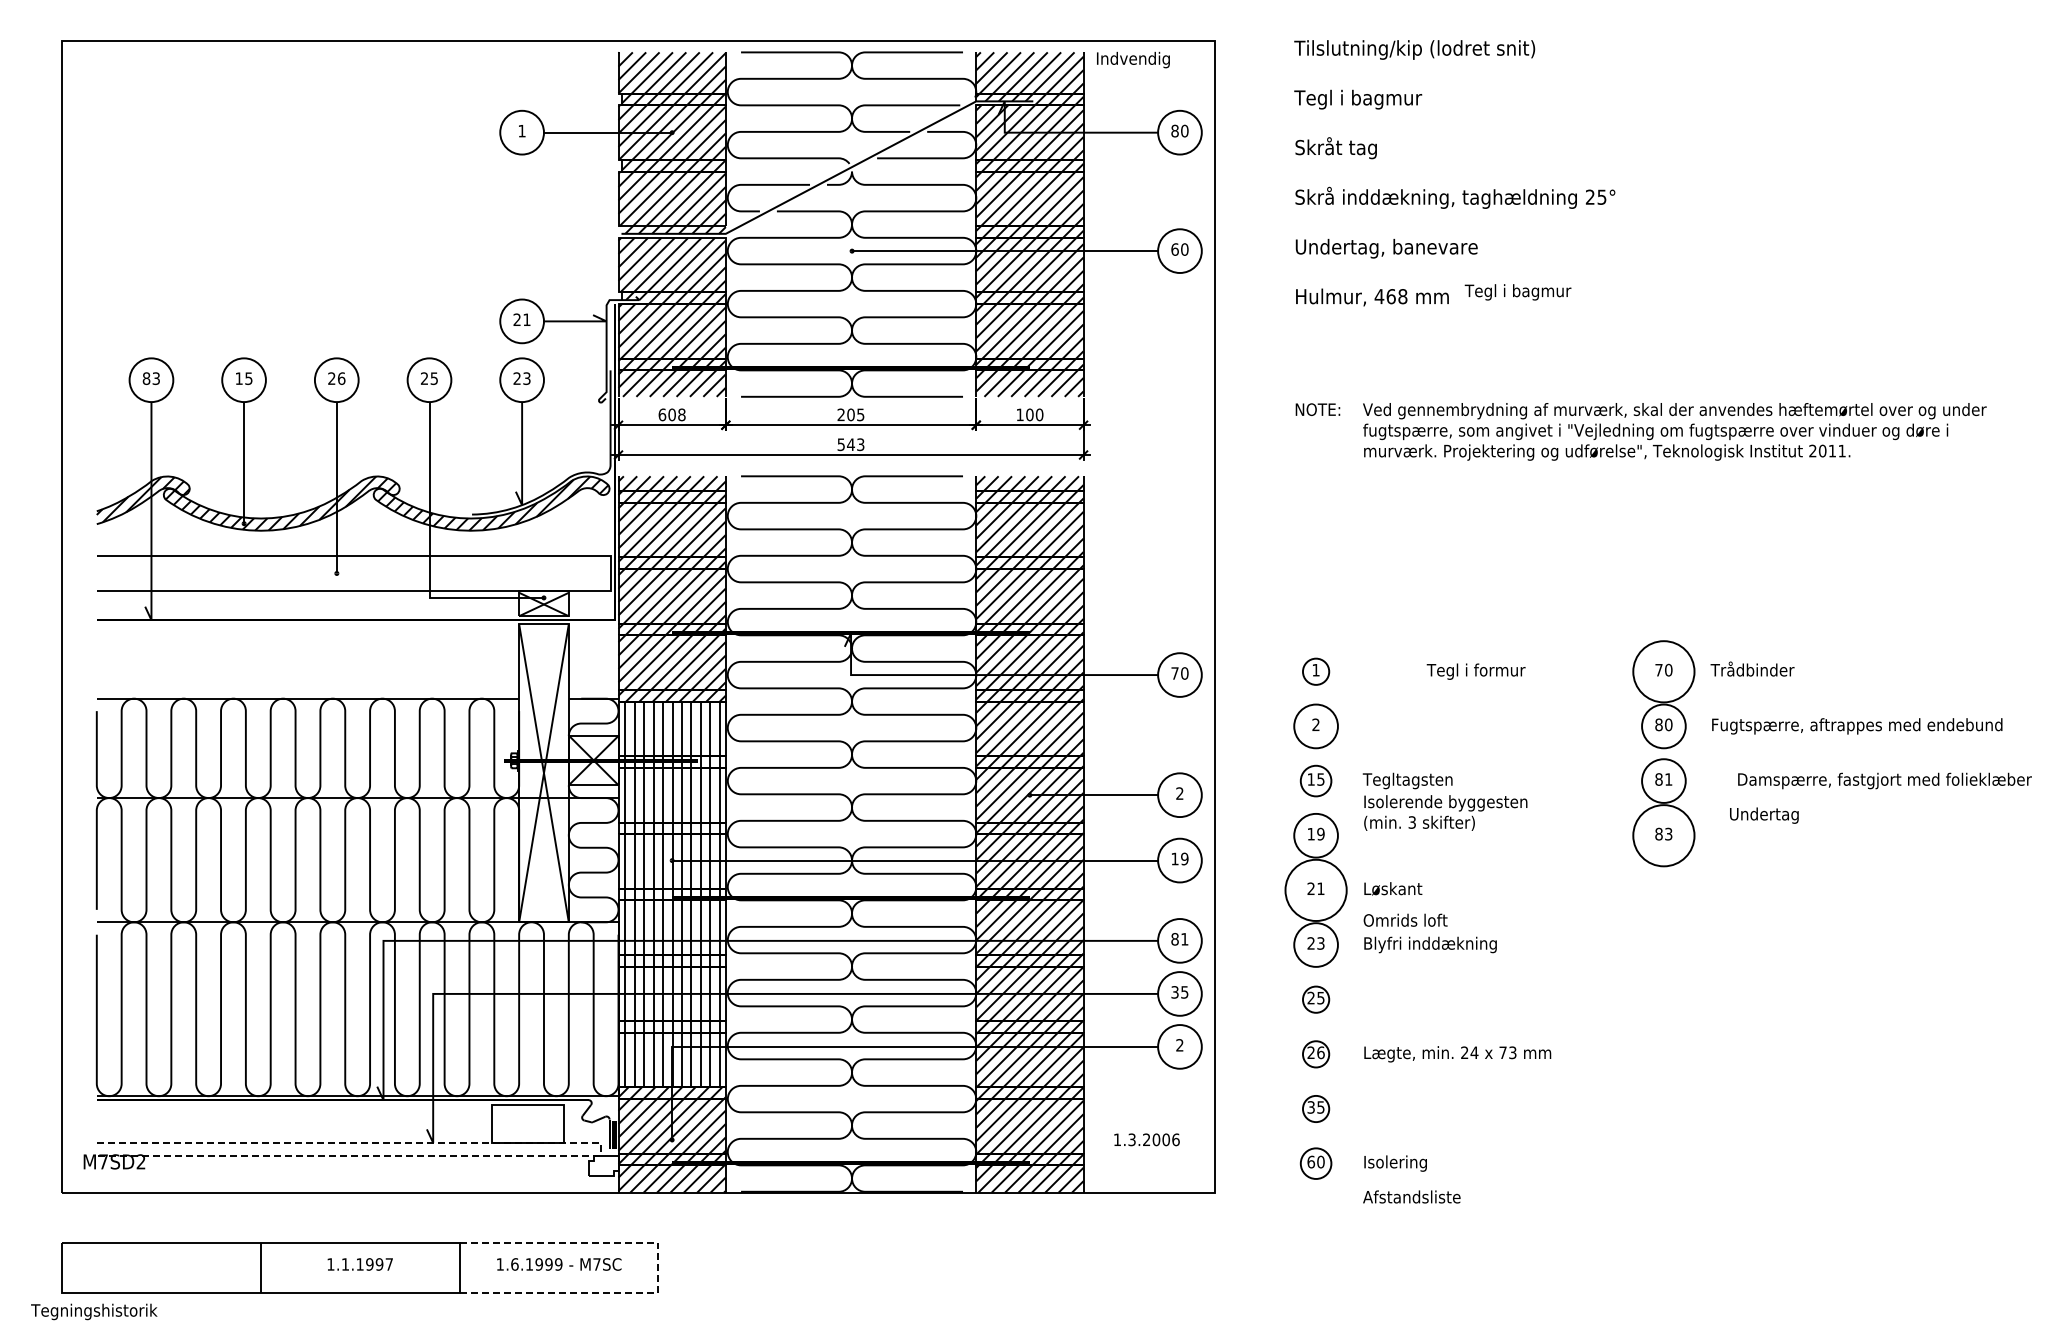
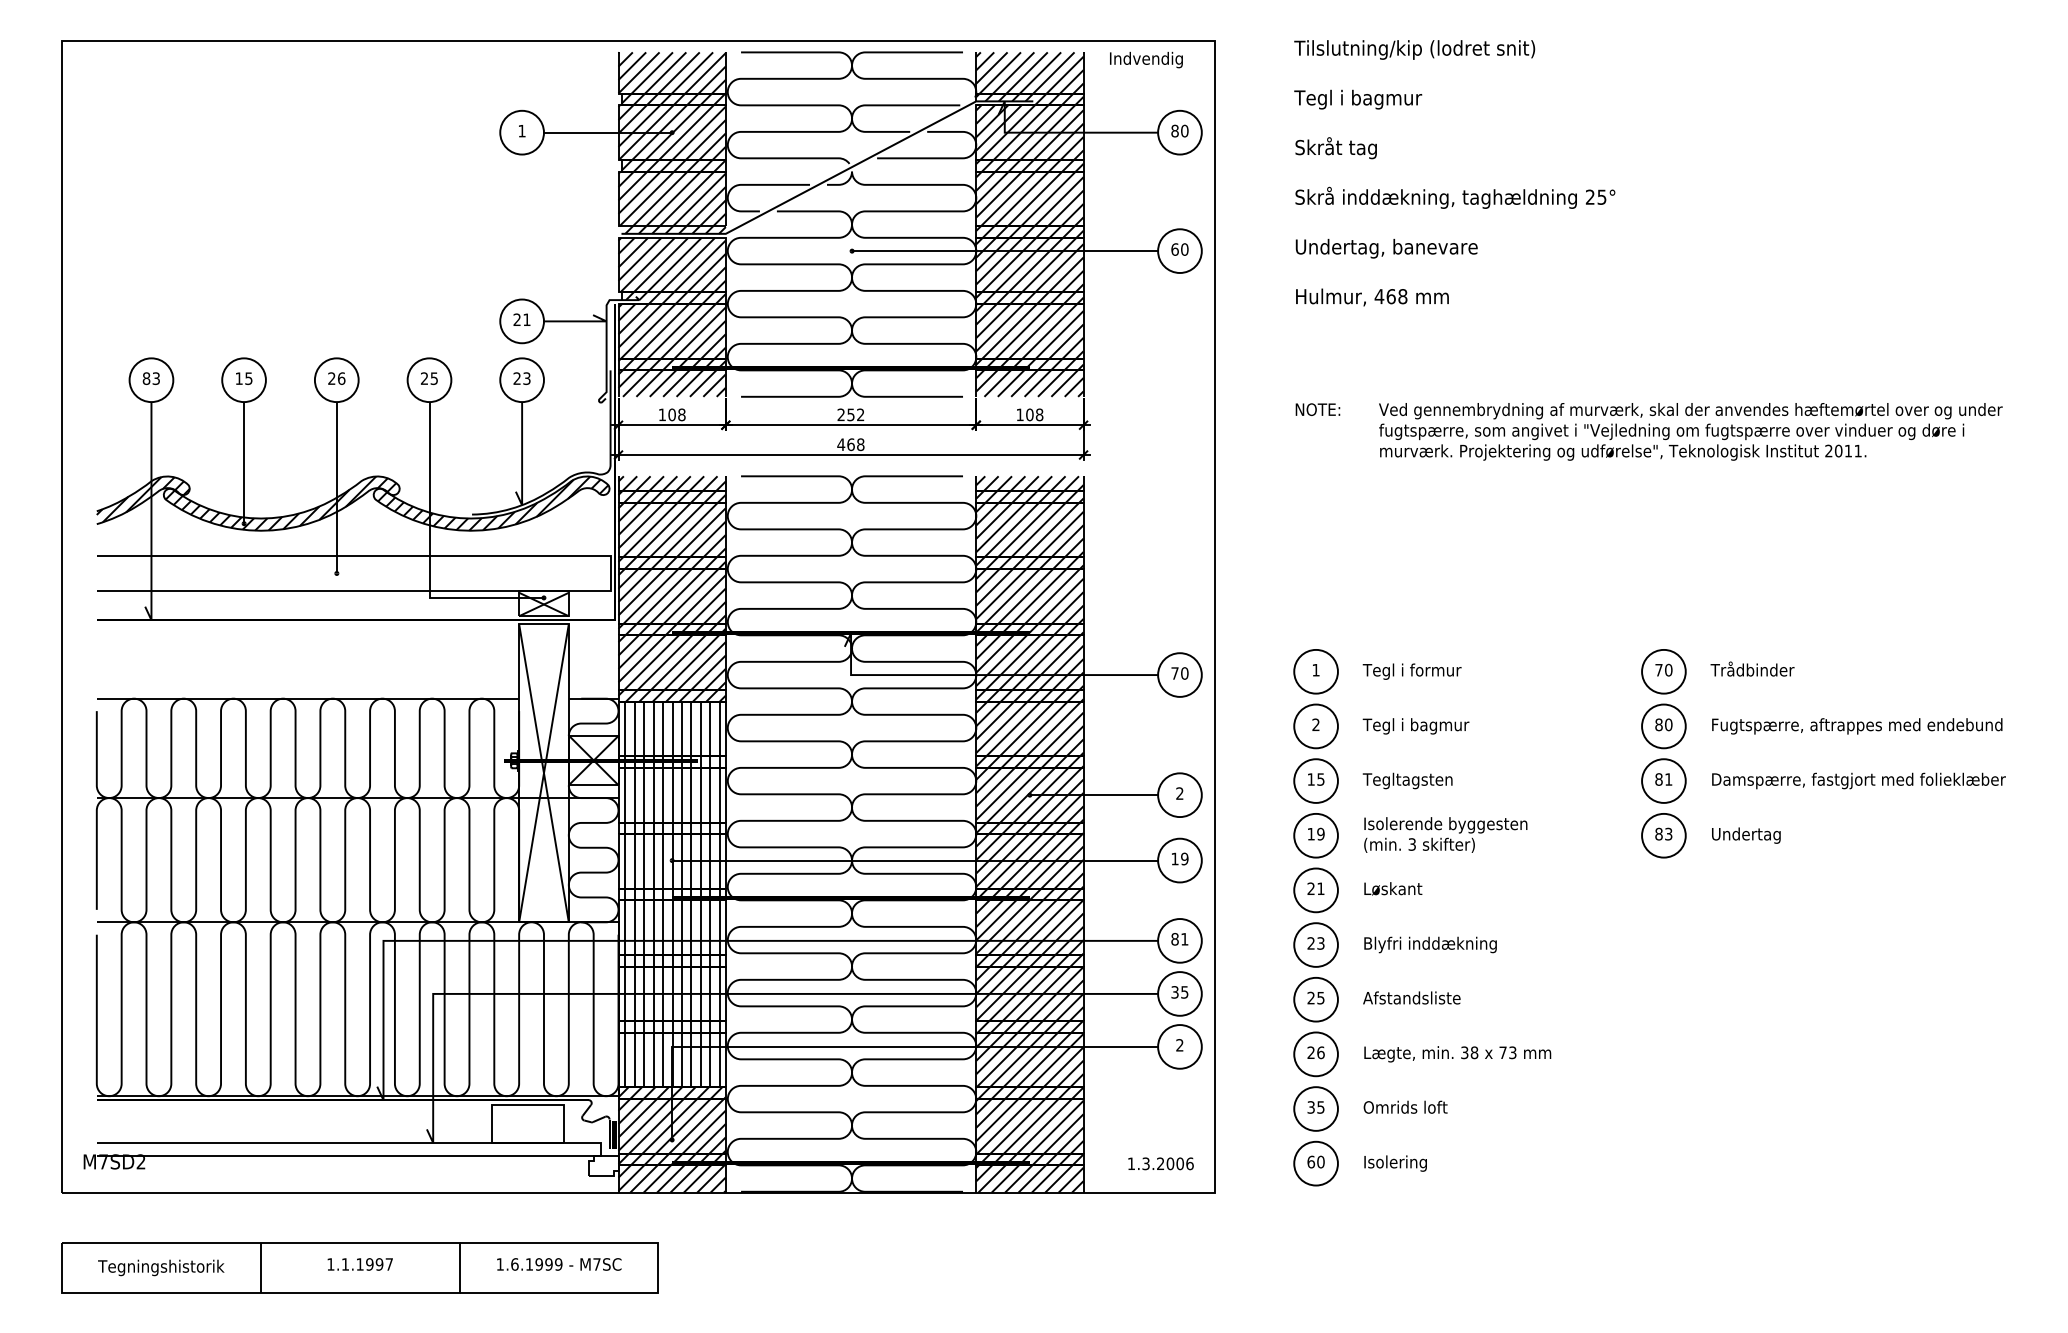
text at (1133, 59) position: (1133, 59) -> (1146, 59)
text at (1517, 292) position: (1517, 292) -> (1415, 726)
text at (662, 414): 608 -> 108
text at (855, 414): 205 -> 252
text at (1039, 414): 100 -> 108
text at (1674, 431) position: (1674, 431) -> (1690, 431)
text at (850, 444): 543 -> 468
circle at (1315, 671) diameter: 26 px -> 44 px
text at (1475, 671) position: (1475, 671) -> (1411, 671)
circle at (1663, 671) diameter: 61 px -> 44 px
circle at (1315, 780) diameter: 31 px -> 44 px
text at (1884, 780) position: (1884, 780) -> (1858, 780)
text at (1445, 812) position: (1445, 812) -> (1445, 834)
text at (1764, 815) position: (1764, 815) -> (1746, 835)
circle at (1663, 835) diameter: 61 px -> 44 px
circle at (1315, 890) diameter: 61 px -> 44 px
text at (1405, 919) position: (1405, 919) -> (1405, 1106)
circle at (1315, 999) diameter: 26 px -> 44 px
text at (1469, 1052): 24 -> 38
circle at (1315, 1054) diameter: 26 px -> 44 px
circle at (1315, 1108) diameter: 26 px -> 44 px
text at (1146, 1139) position: (1146, 1139) -> (1160, 1163)
line at (600, 1149): dashed -> solid
circle at (1315, 1163) diameter: 31 px -> 44 px
text at (1411, 1196) position: (1411, 1196) -> (1411, 997)
line at (658, 1268): dashed -> solid
text at (94, 1311) position: (94, 1311) -> (161, 1267)
